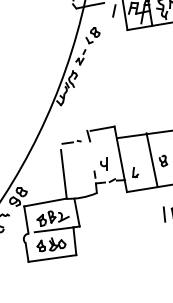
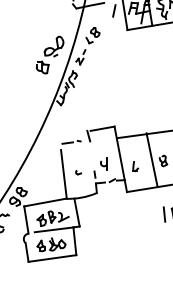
part at (49, 54): none -> present
part at (78, 172): none -> present
part at (135, 172) position: (135, 172) -> (135, 166)
